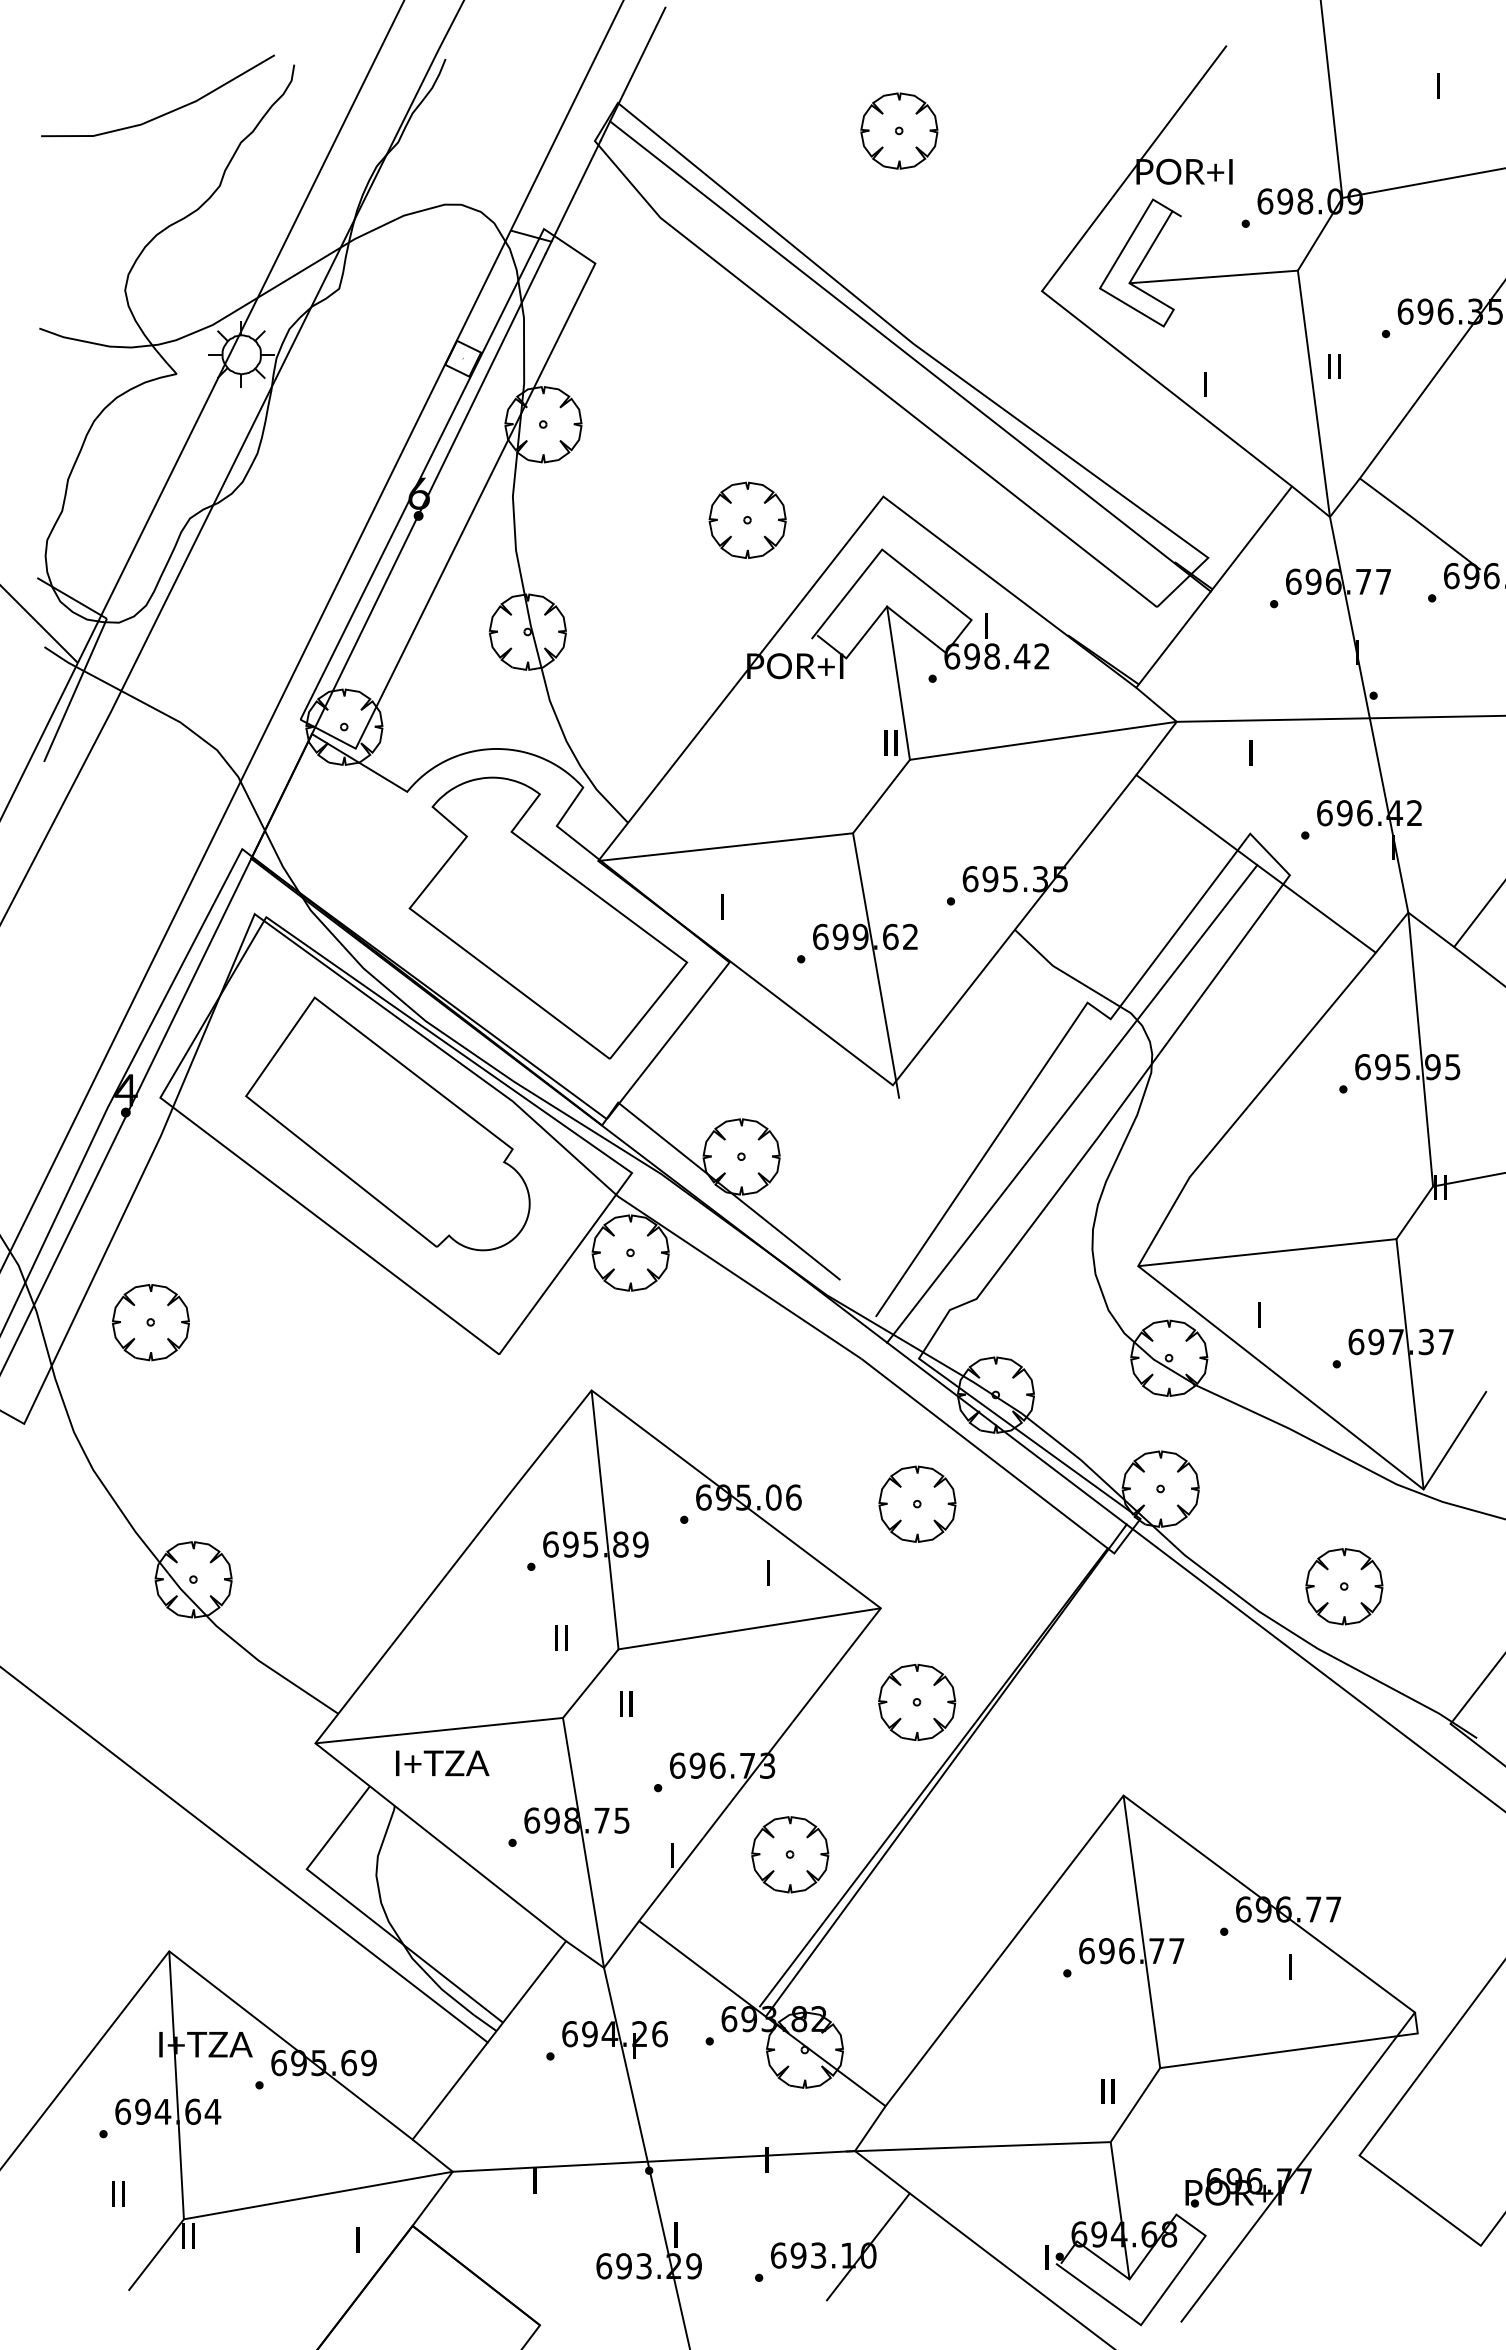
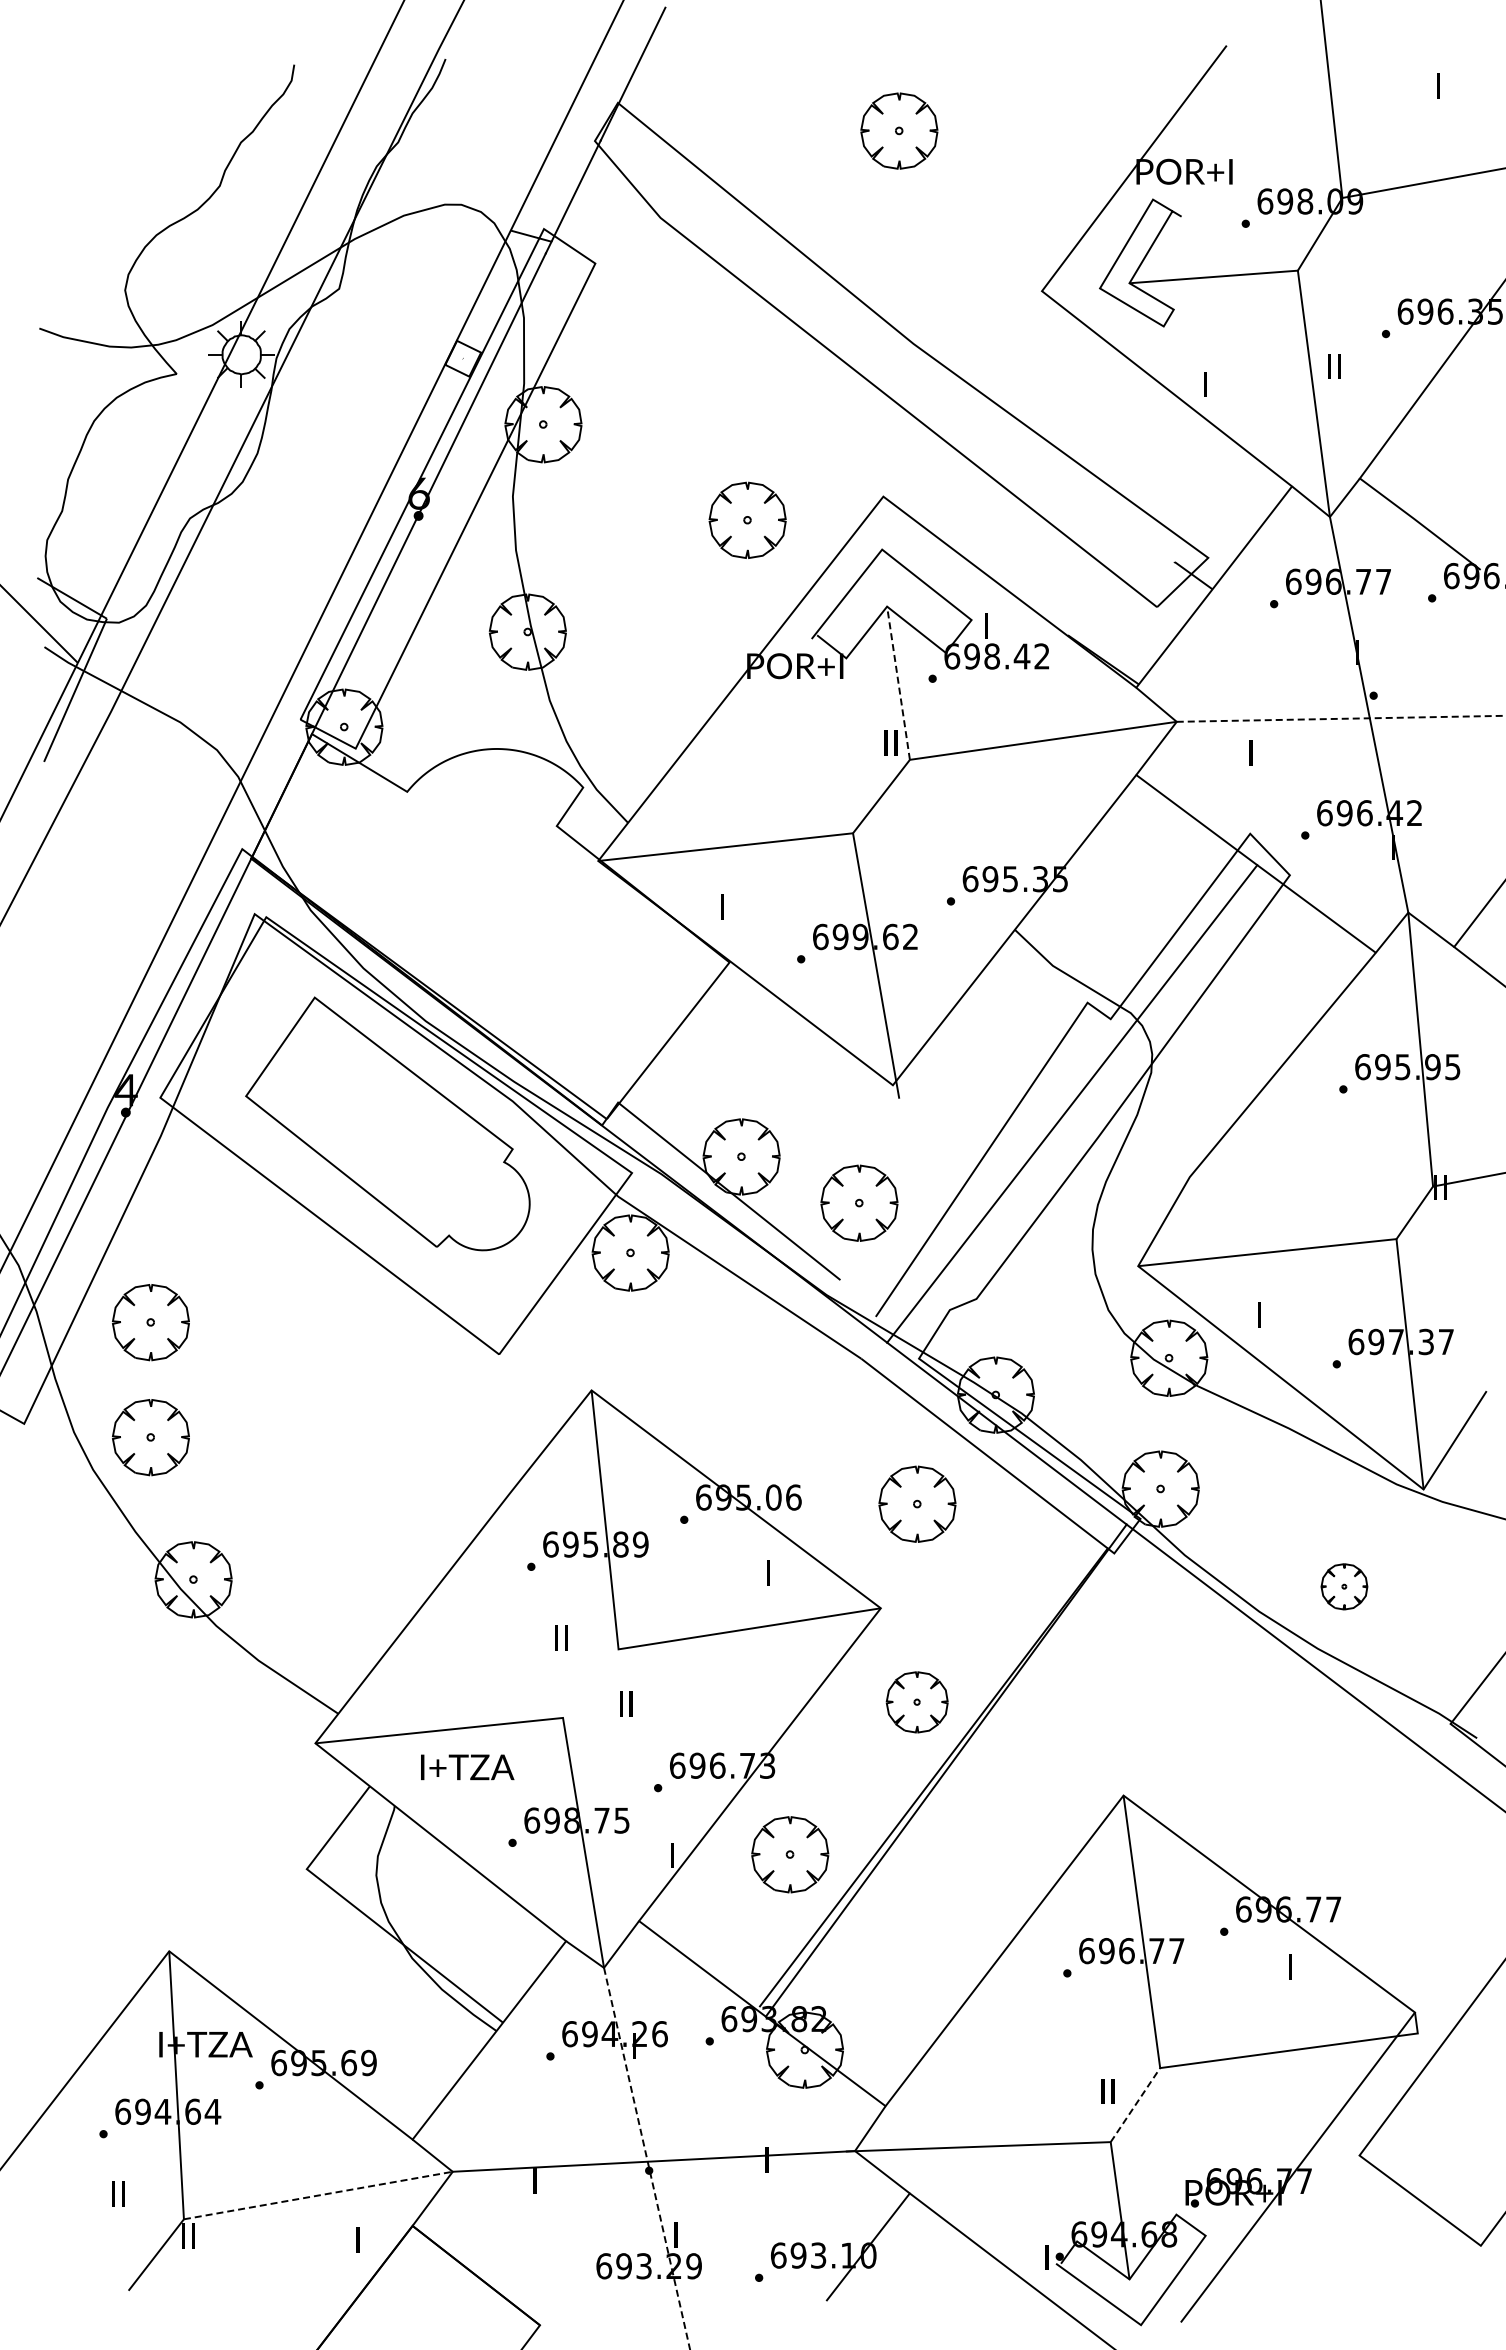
line at (166, 112): present -> none
line at (910, 356): present -> none
line at (898, 682): solid -> dashed
line at (1341, 718): solid -> dashed
part at (548, 917): present -> none
part at (859, 1202): none -> present
part at (150, 1437): none -> present
part at (1344, 1586) size: 79x78 px -> 49x48 px
line at (590, 1683): present -> none
part at (917, 1701) size: 79x78 px -> 64x63 px
text at (442, 1763) position: (442, 1763) -> (467, 1767)
line at (244, 1855): present -> none
line at (1135, 2105): solid -> dashed
line at (647, 2158): solid -> dashed
line at (318, 2195): solid -> dashed
